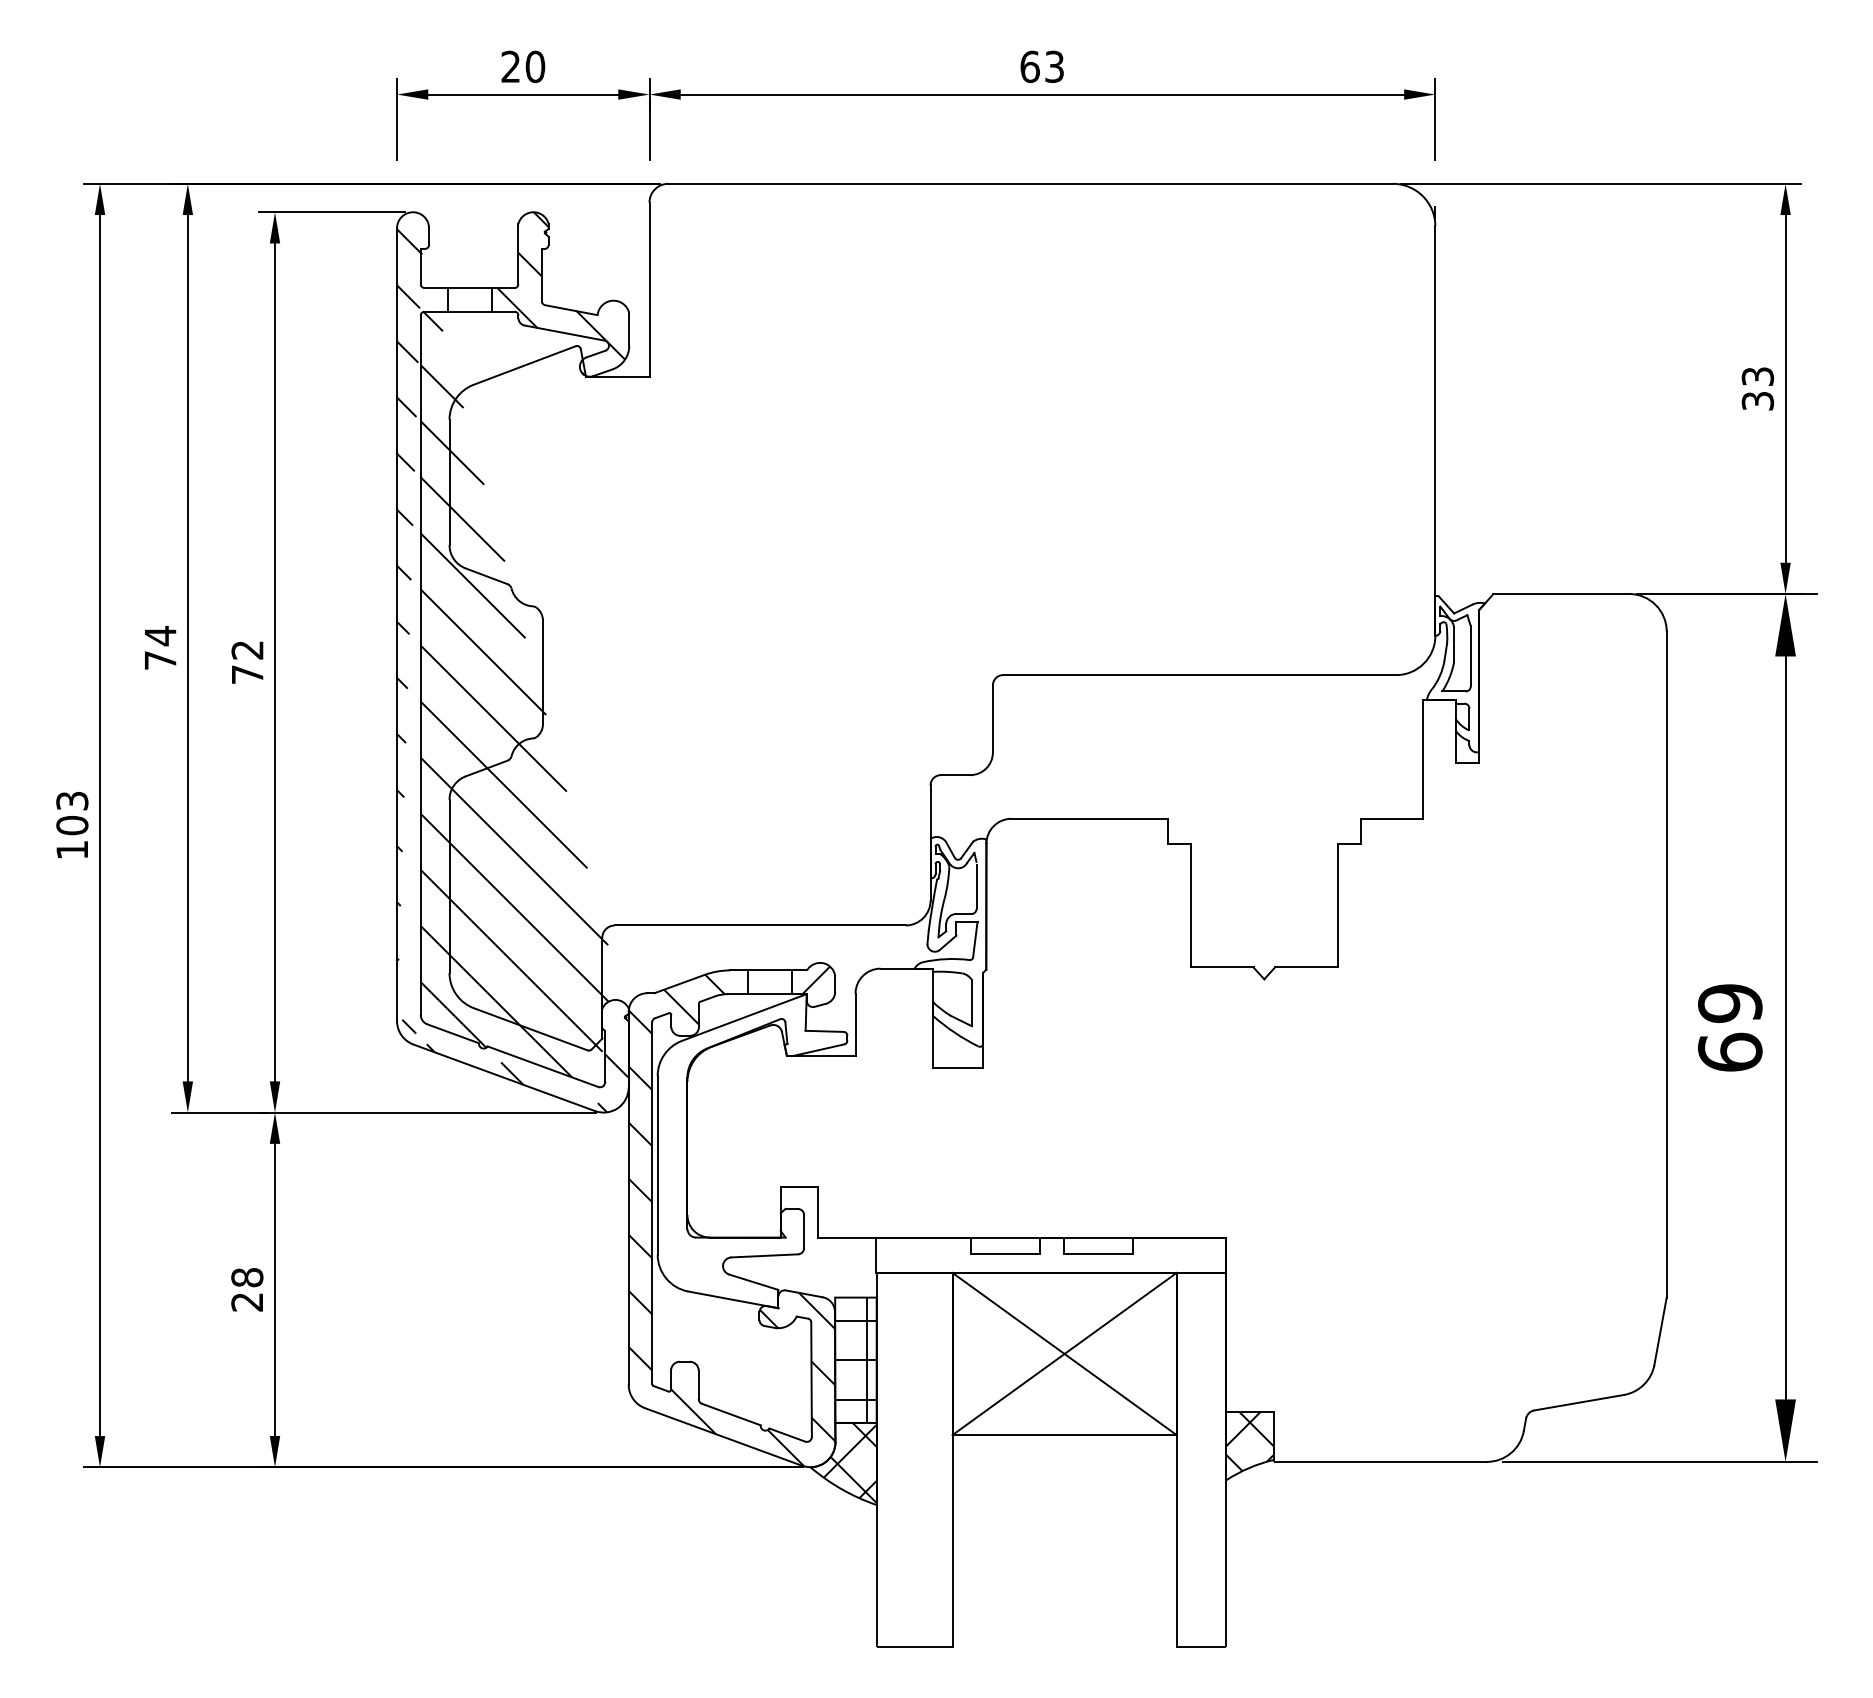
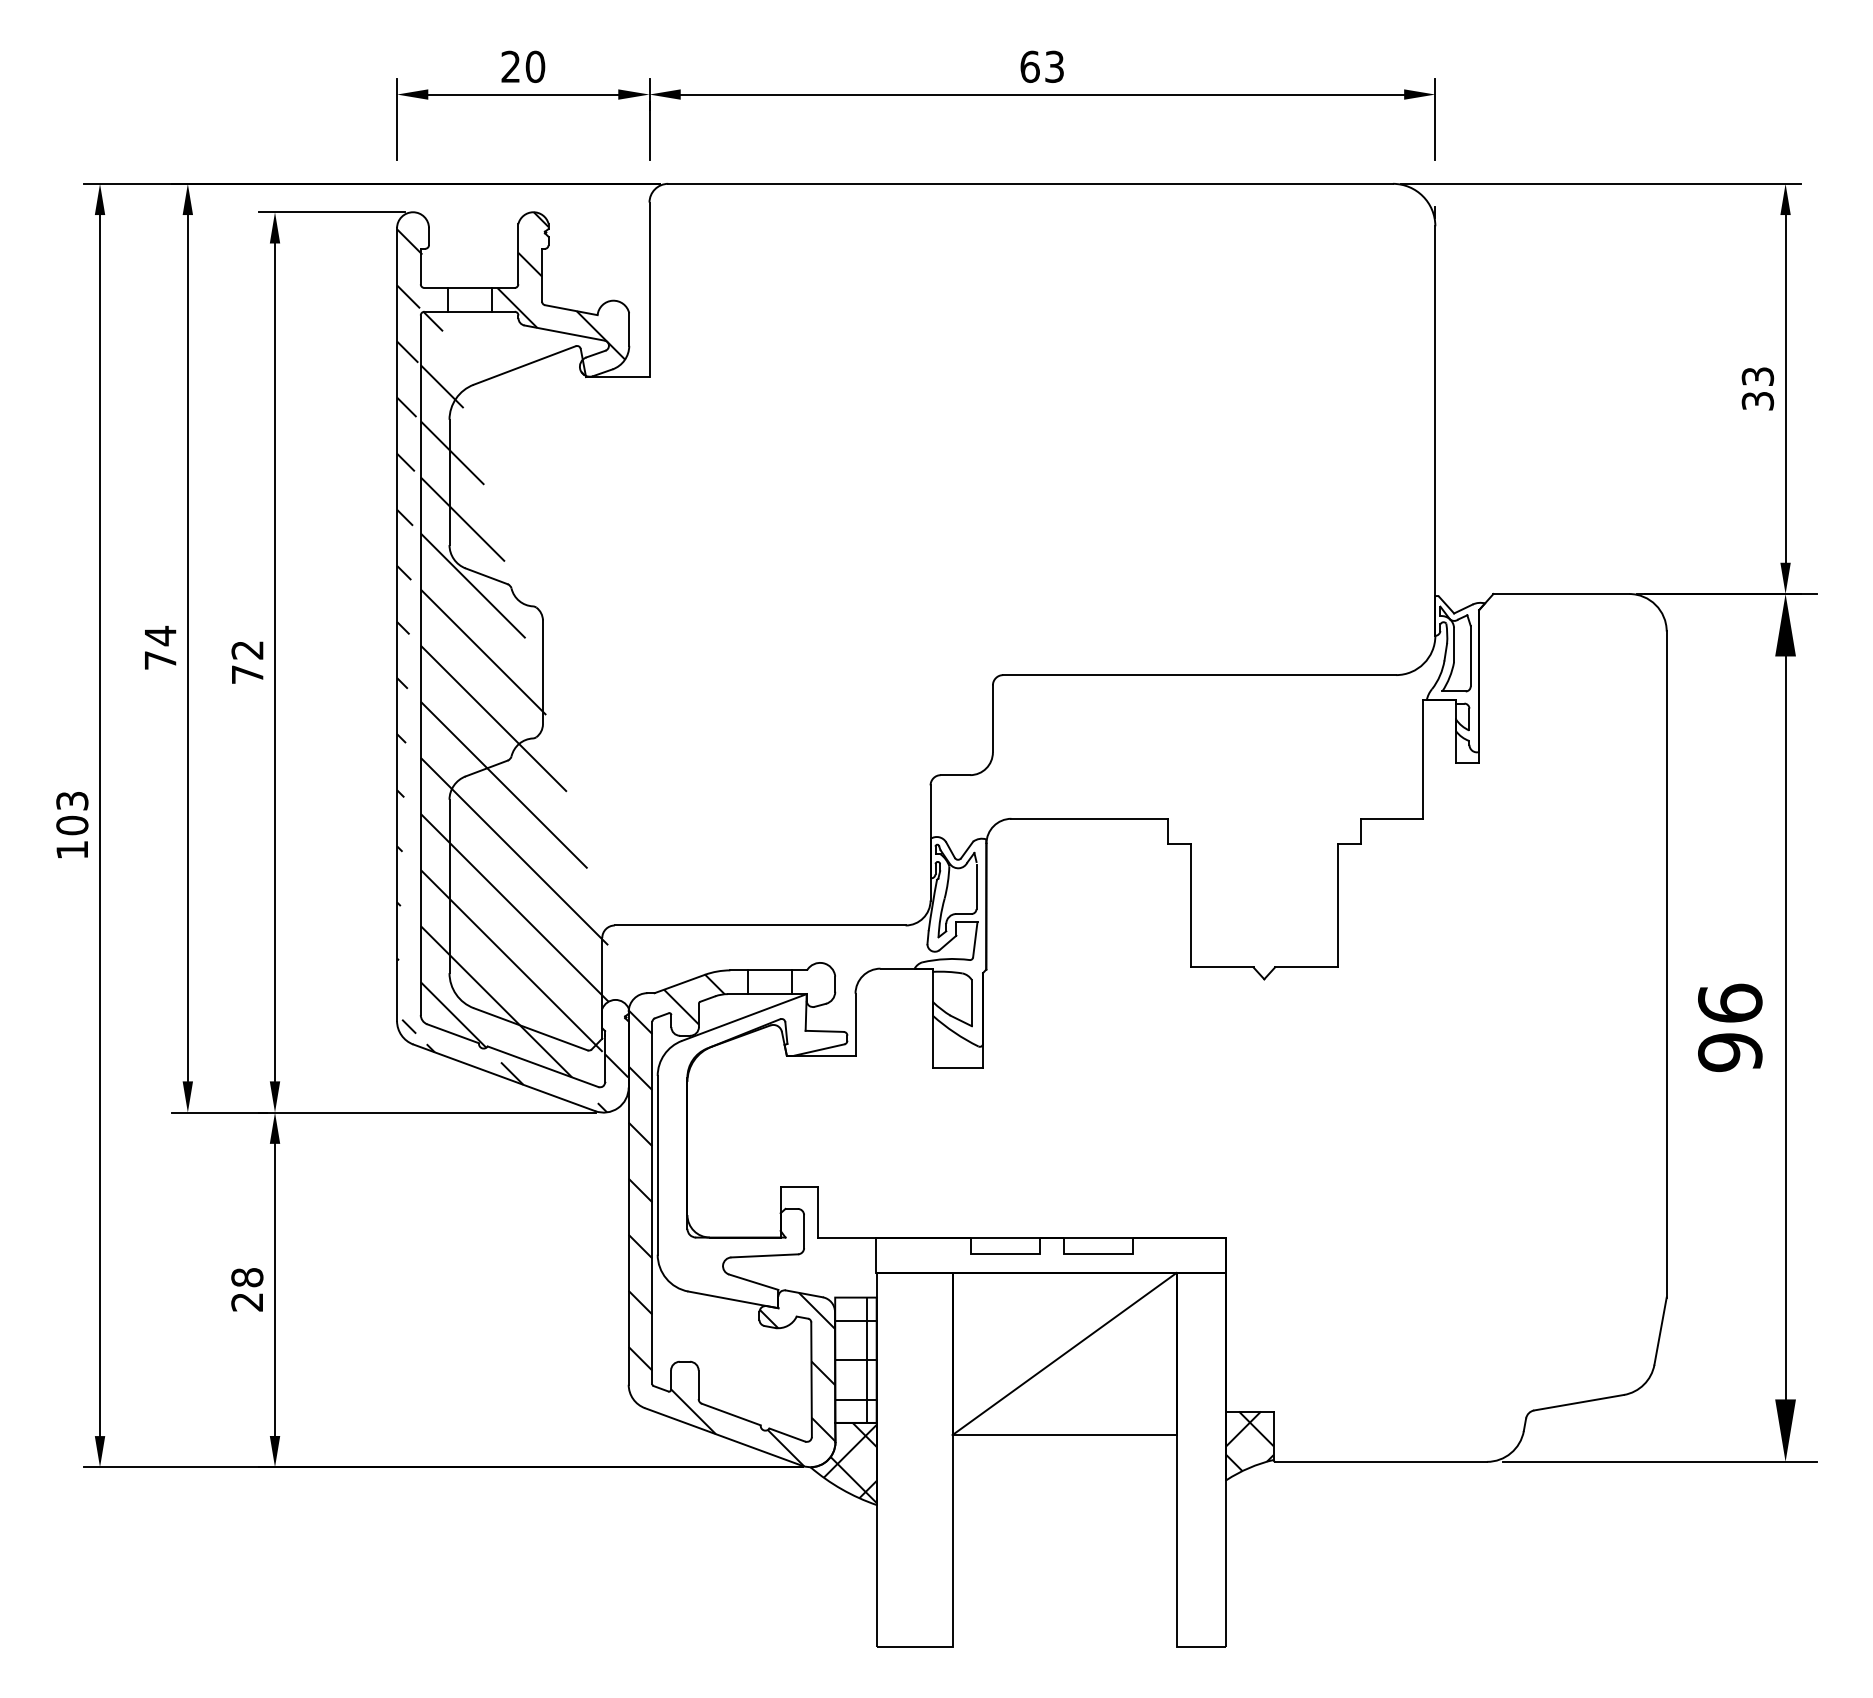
hatch at (816, 980): present -> none
text at (1730, 1027): 69 -> 96
line at (1064, 1353): present -> none
